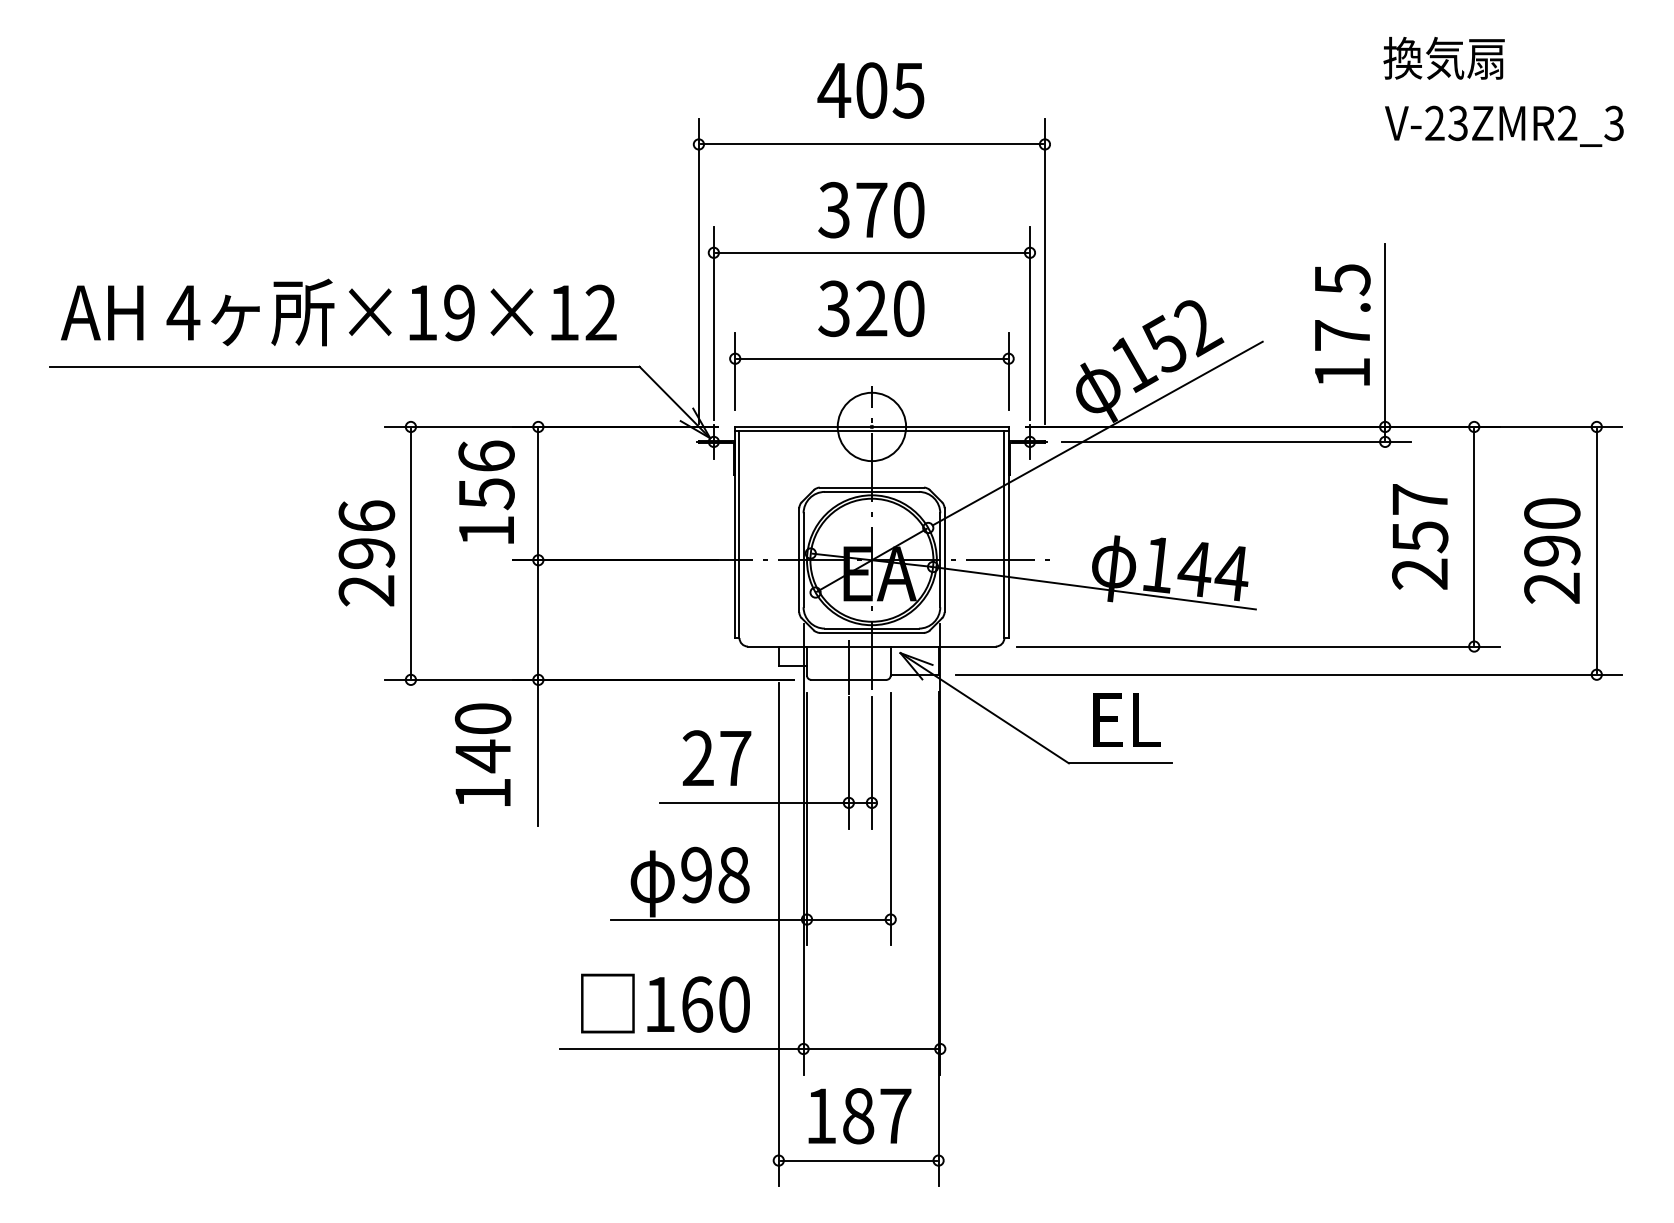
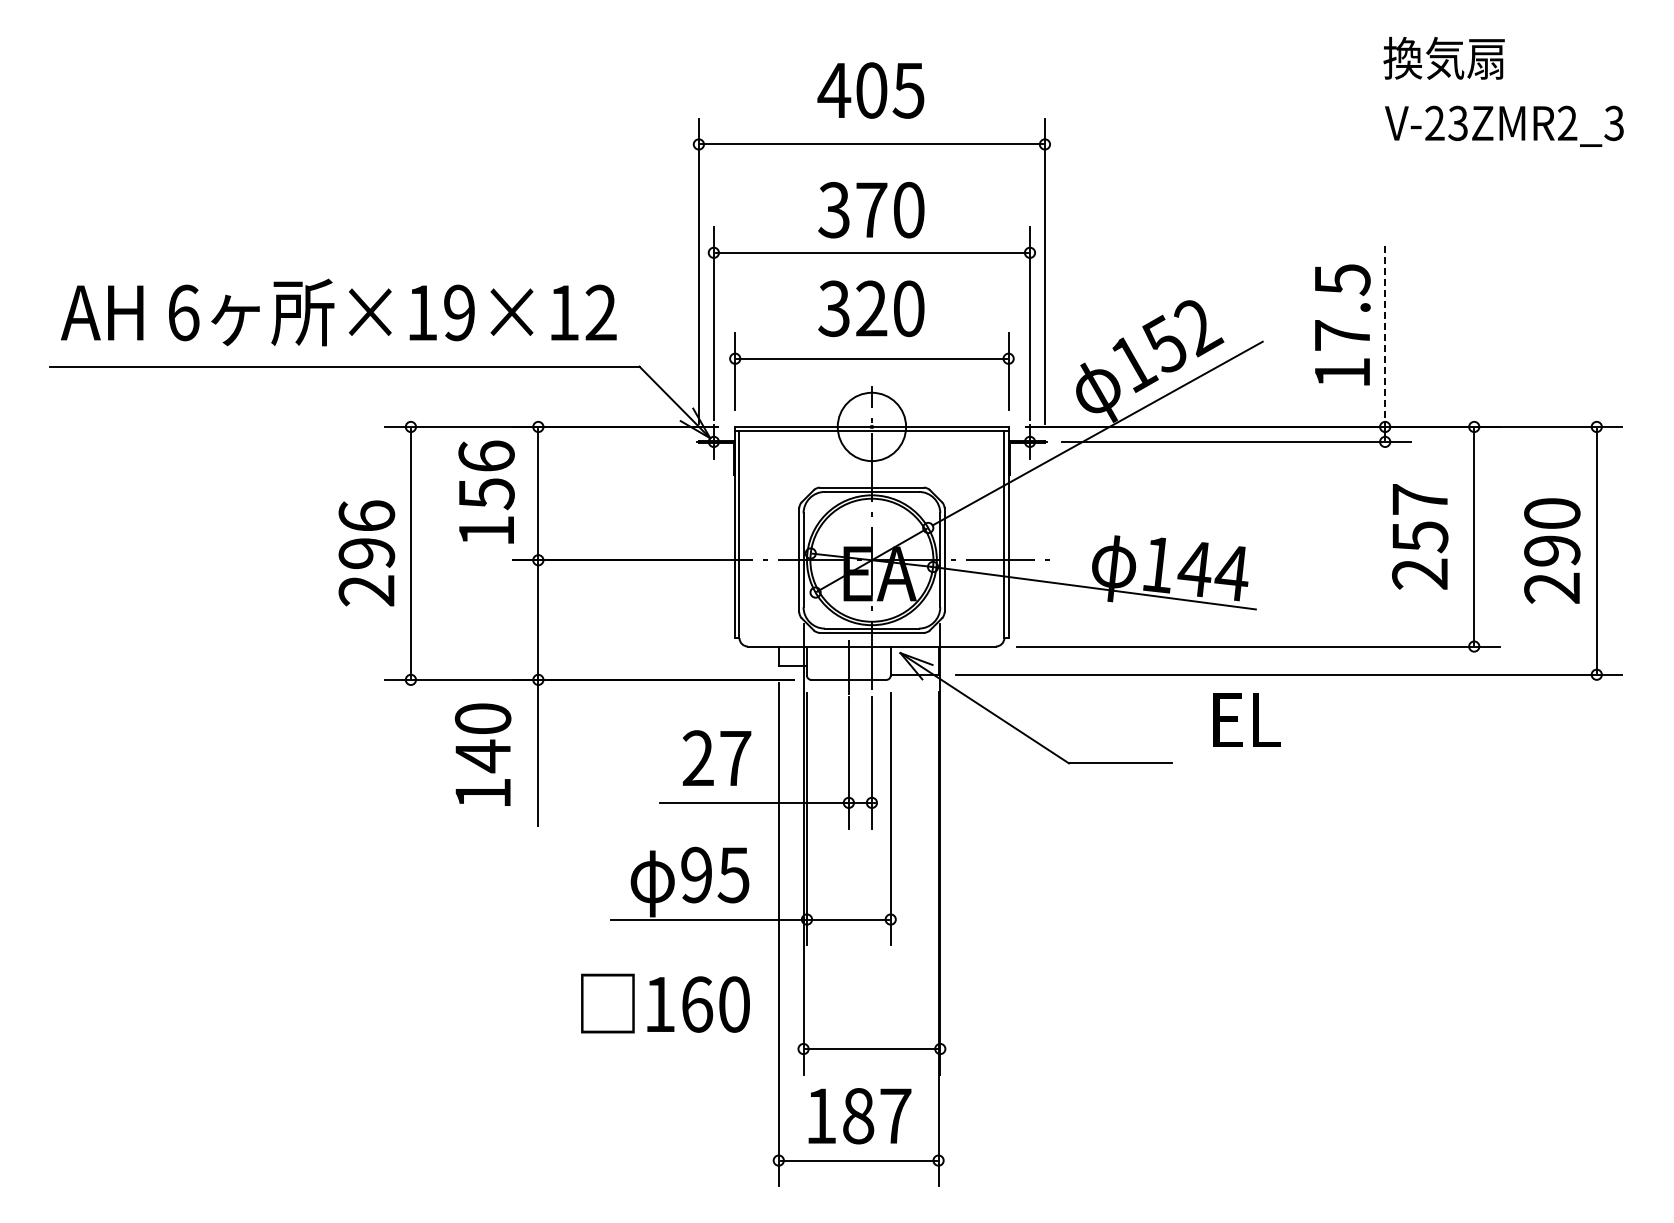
text at (183, 312): 4 -> 6
line at (1385, 335): solid -> dashed
text at (1126, 719) position: (1126, 719) -> (1246, 719)
text at (733, 875): 98 -> 95
line at (681, 1049): present -> none
